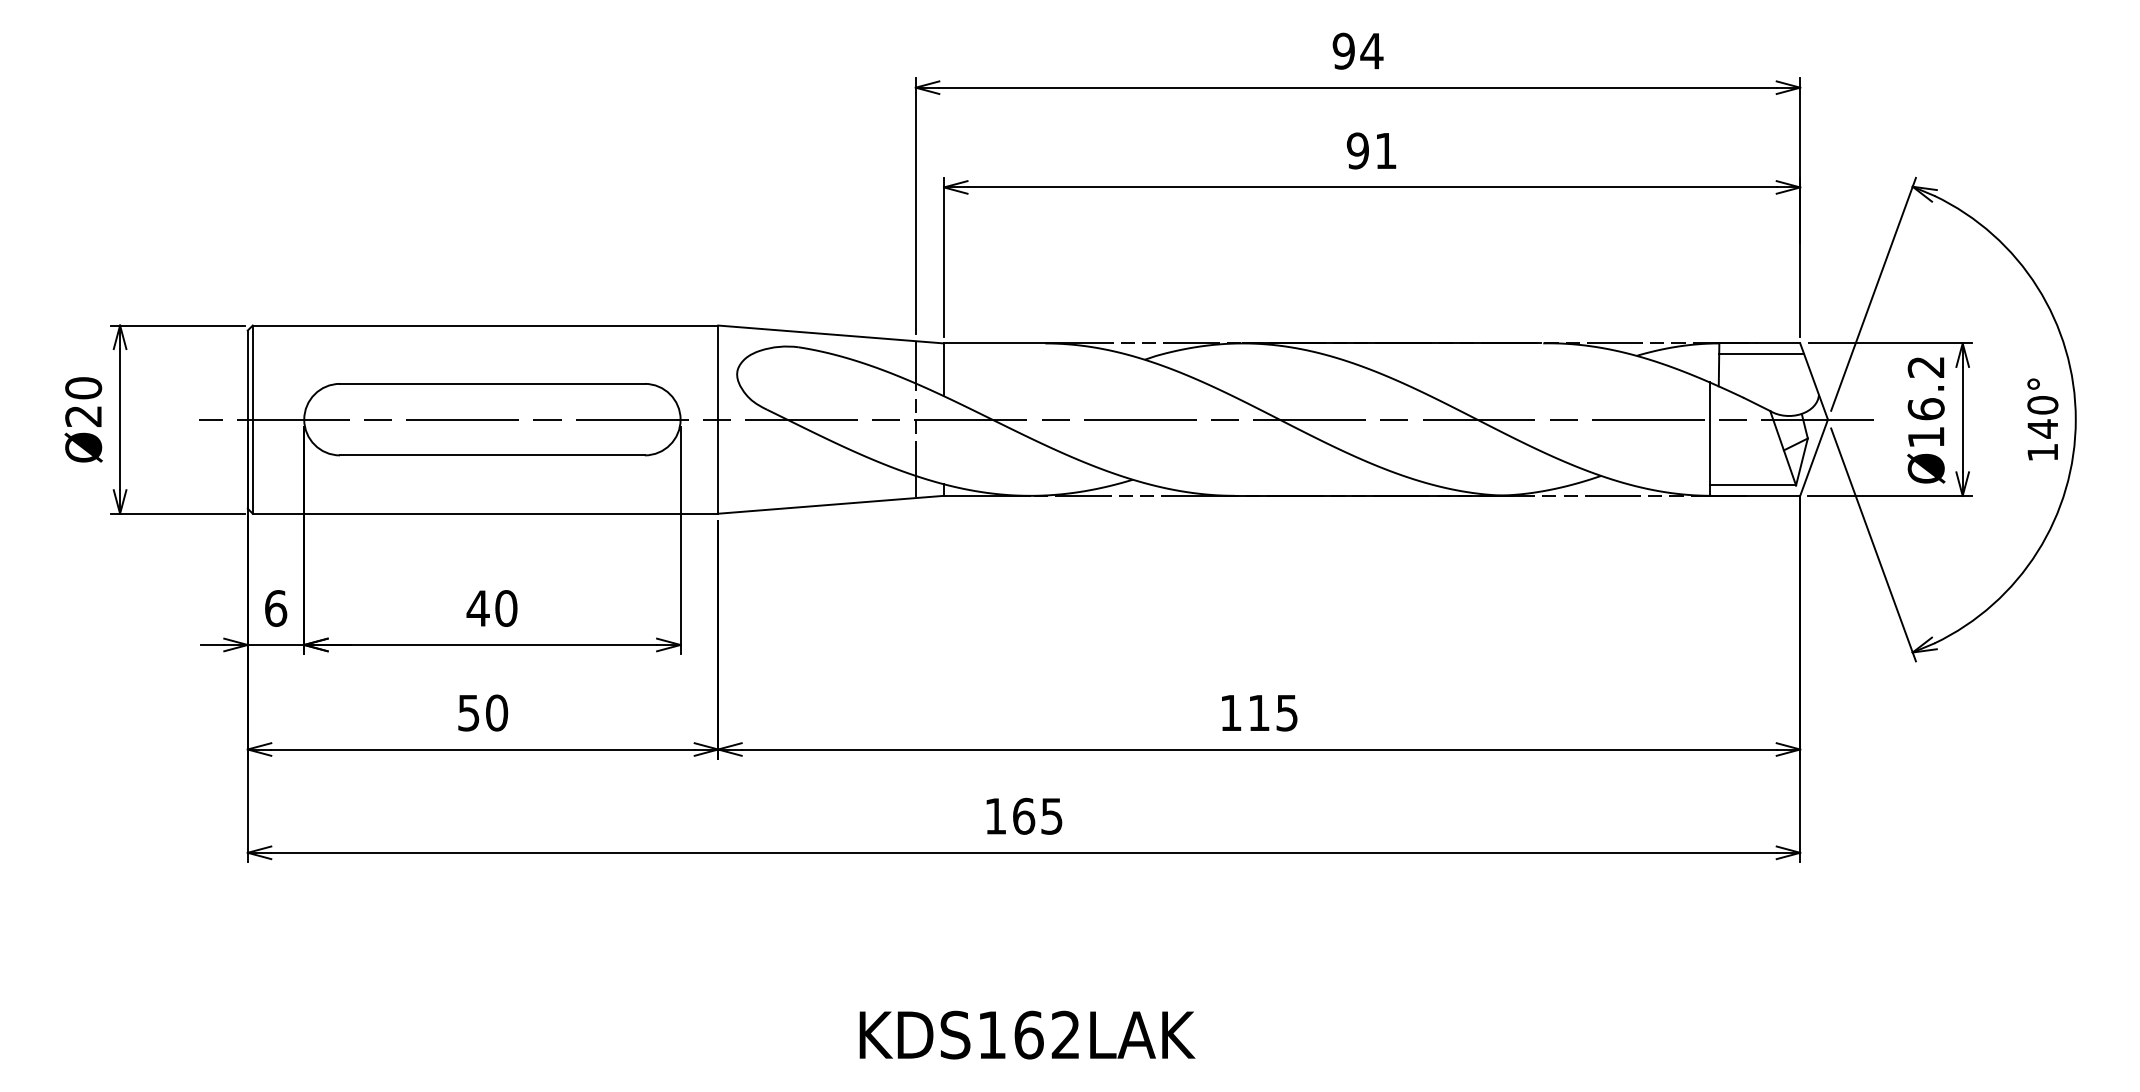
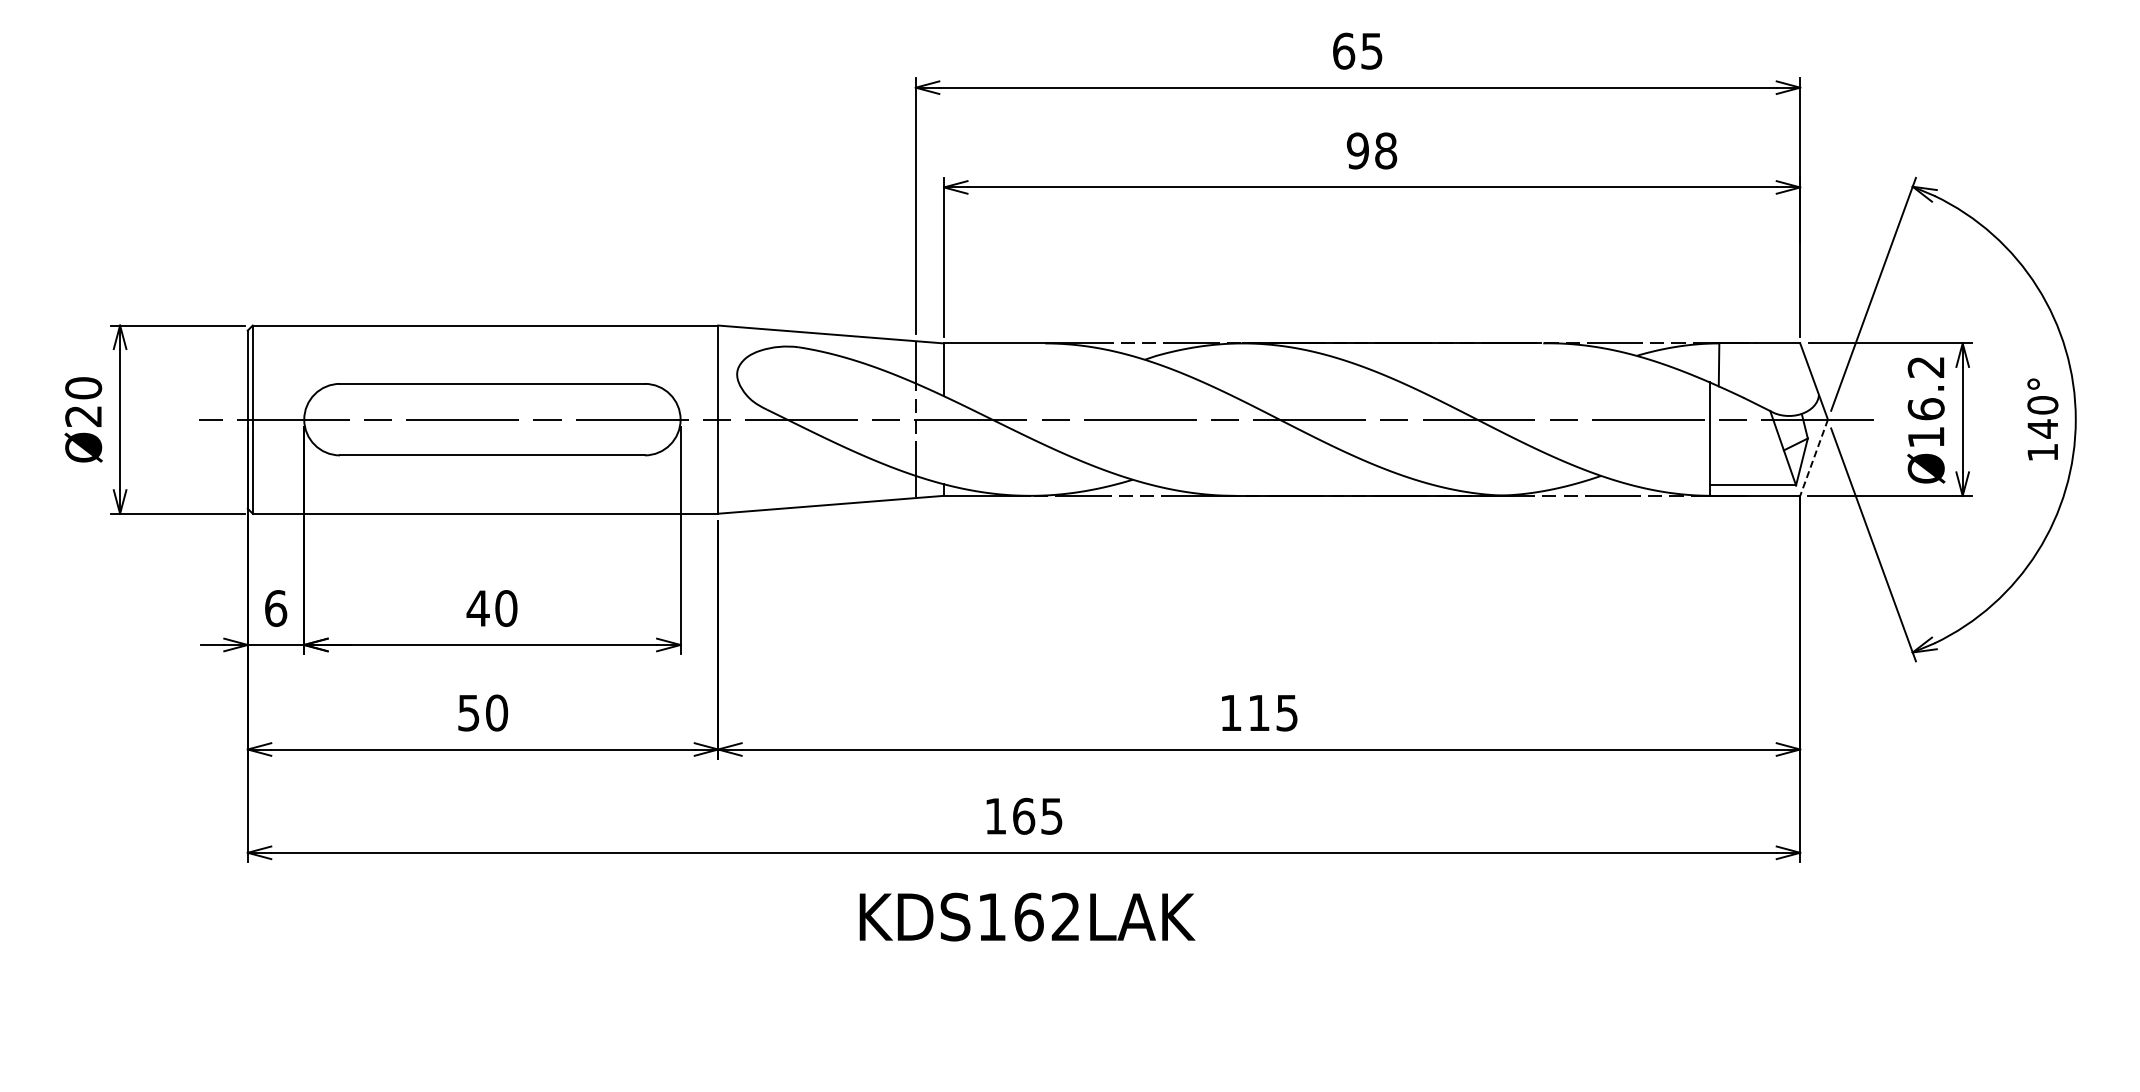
text at (1357, 50): 94 -> 65
text at (1386, 150): 91 -> 98
line at (1761, 353): present -> none
line at (1814, 457): solid -> dashed
text at (1027, 1034) position: (1027, 1034) -> (1027, 916)
